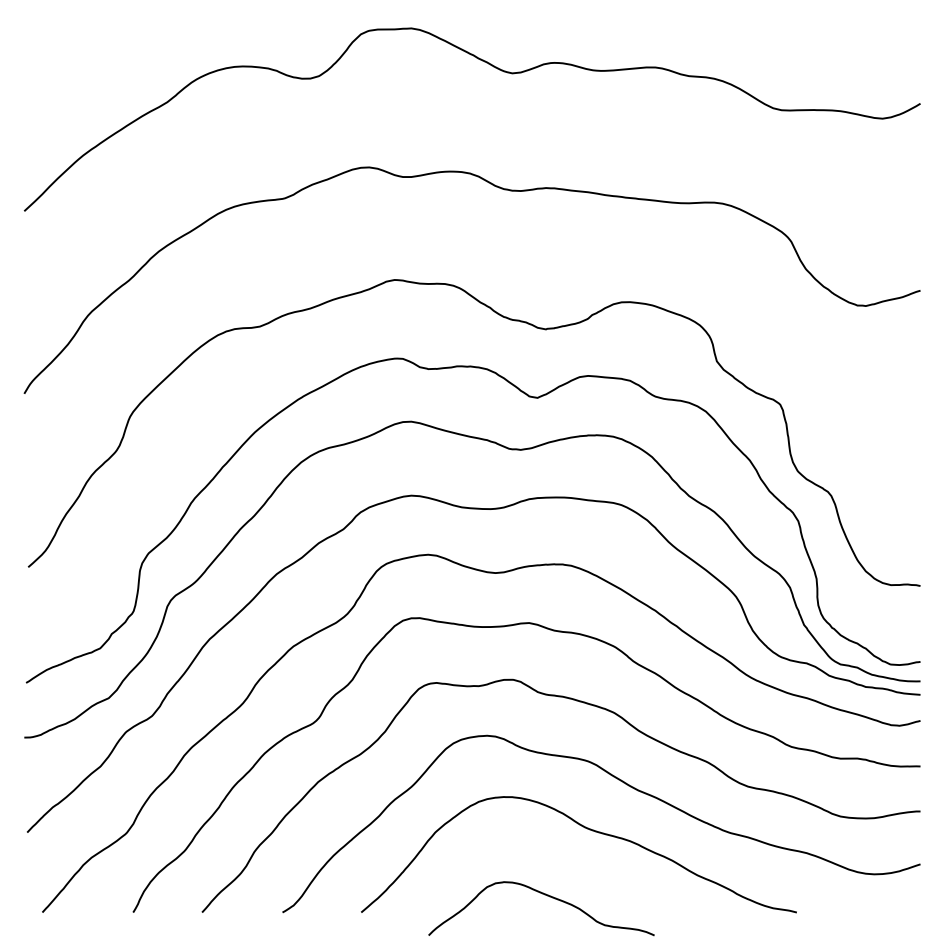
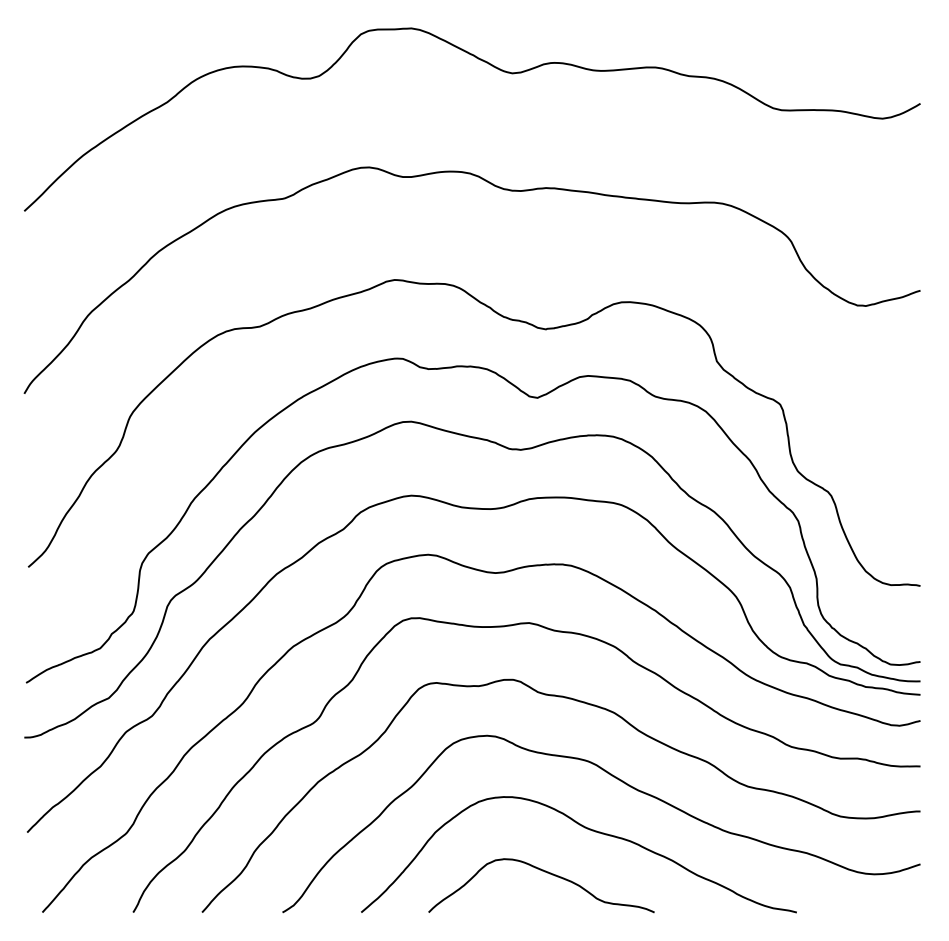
curve at (544, 895) position: (544, 895) -> (544, 872)
